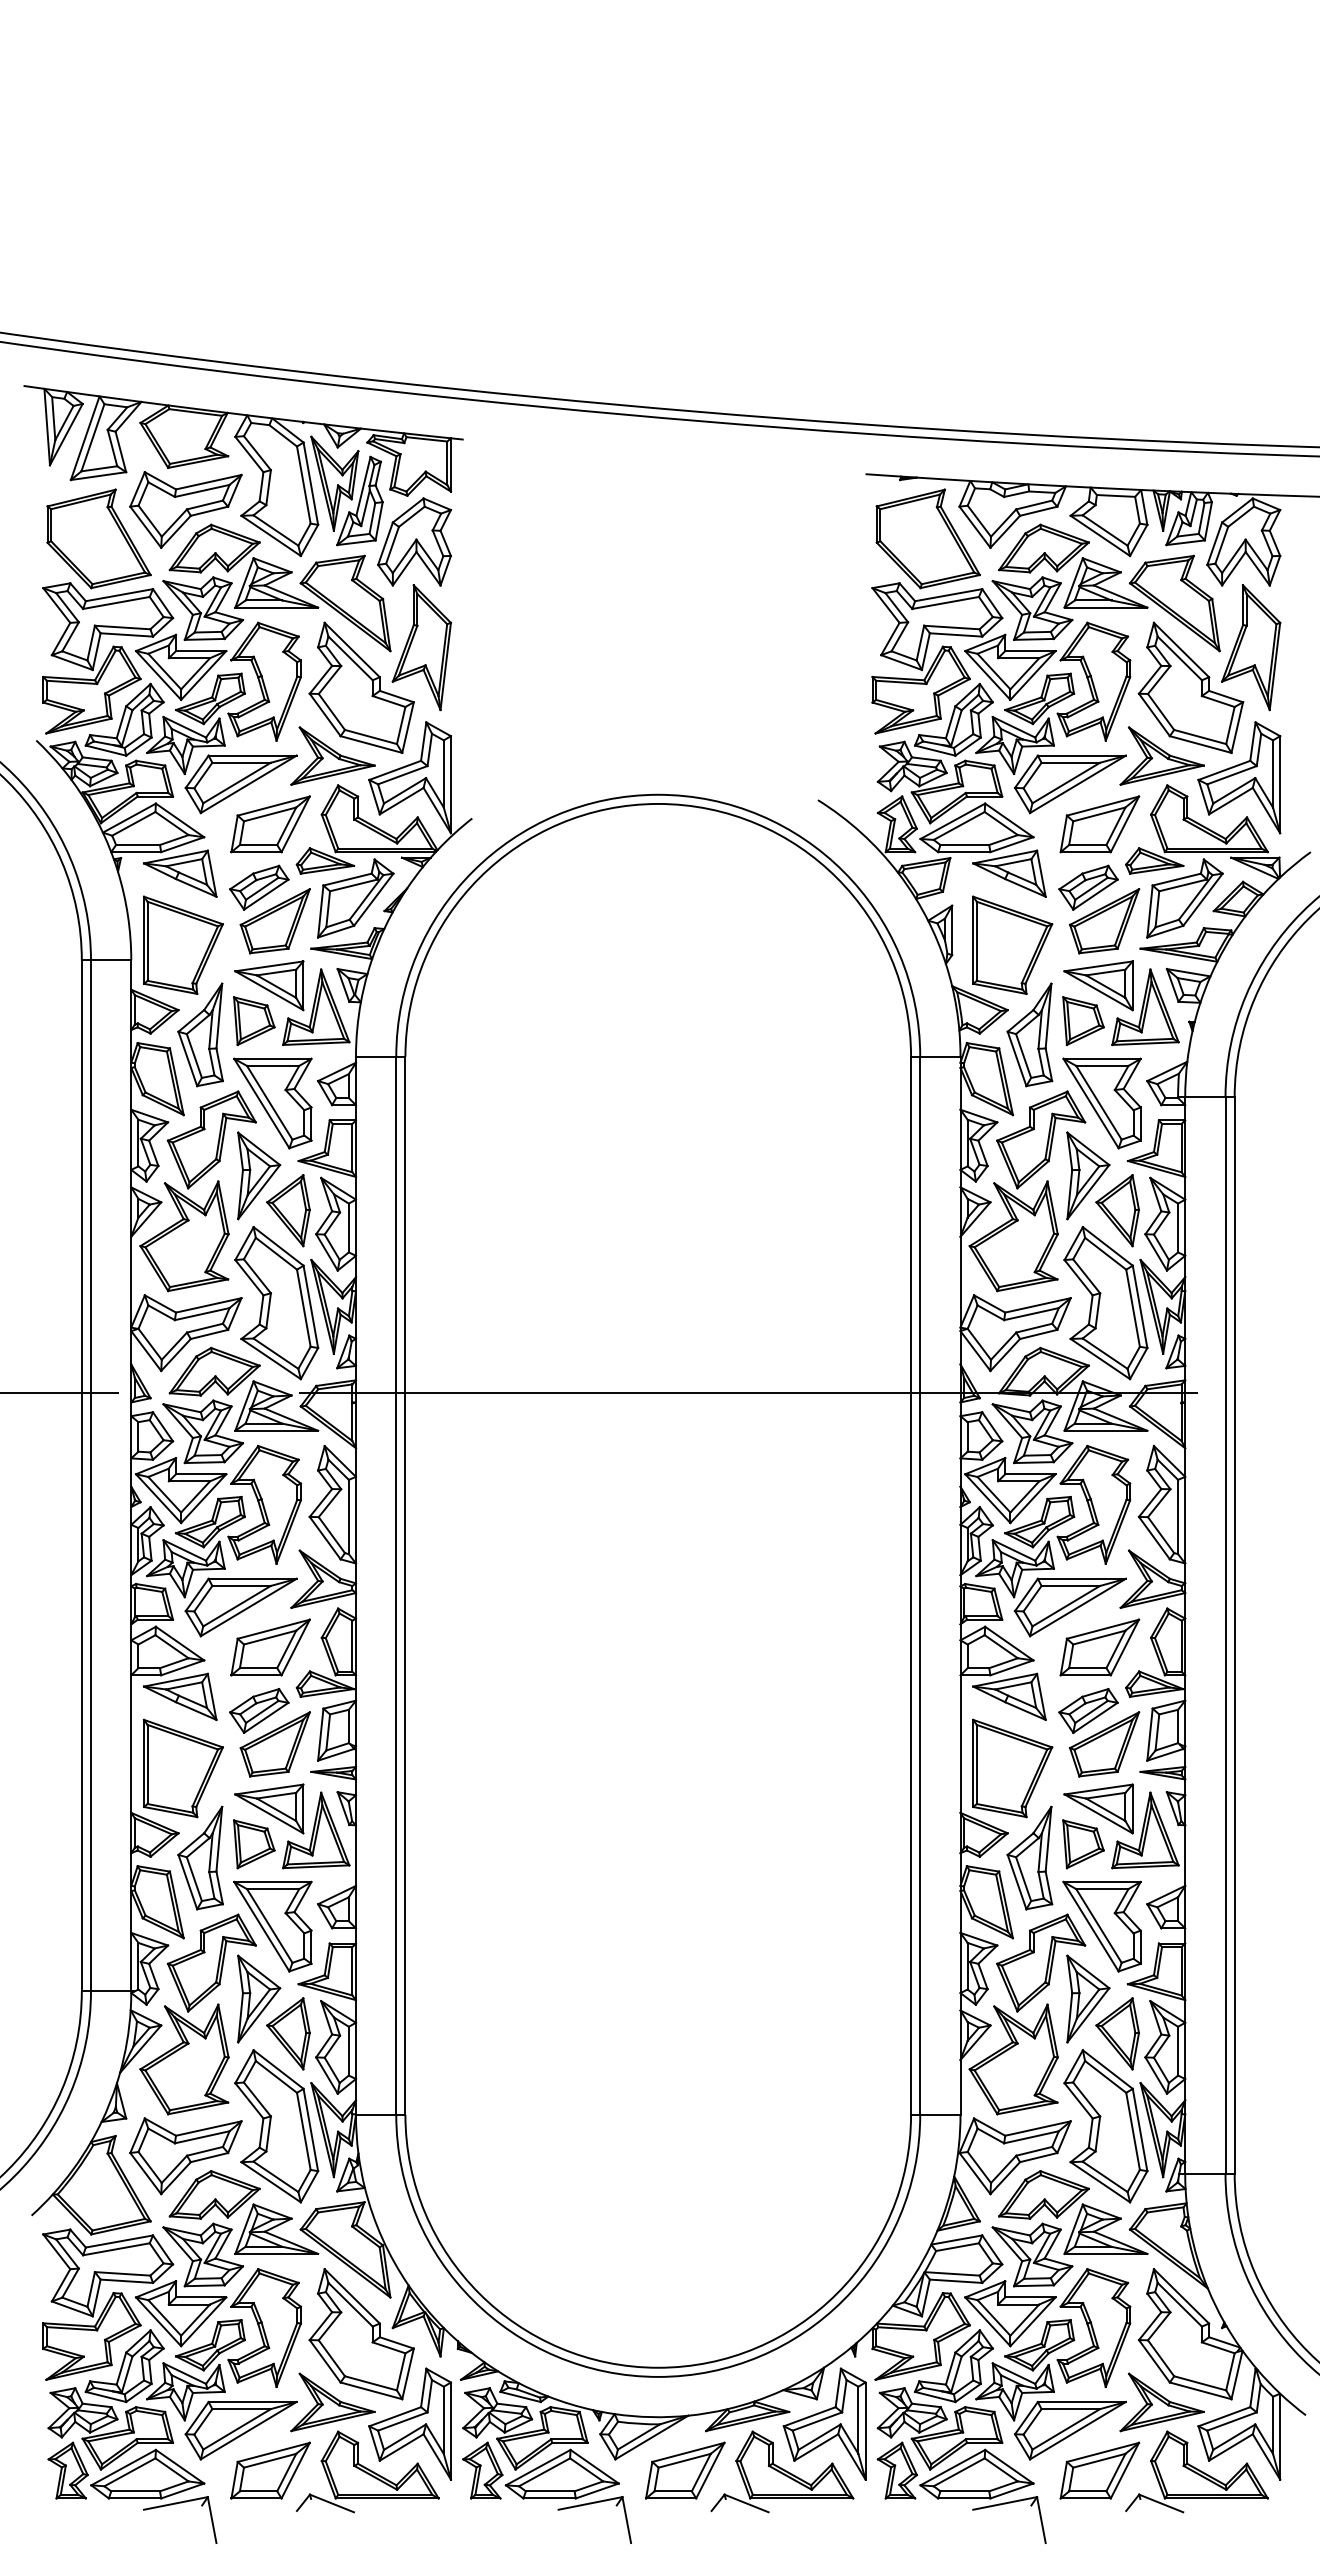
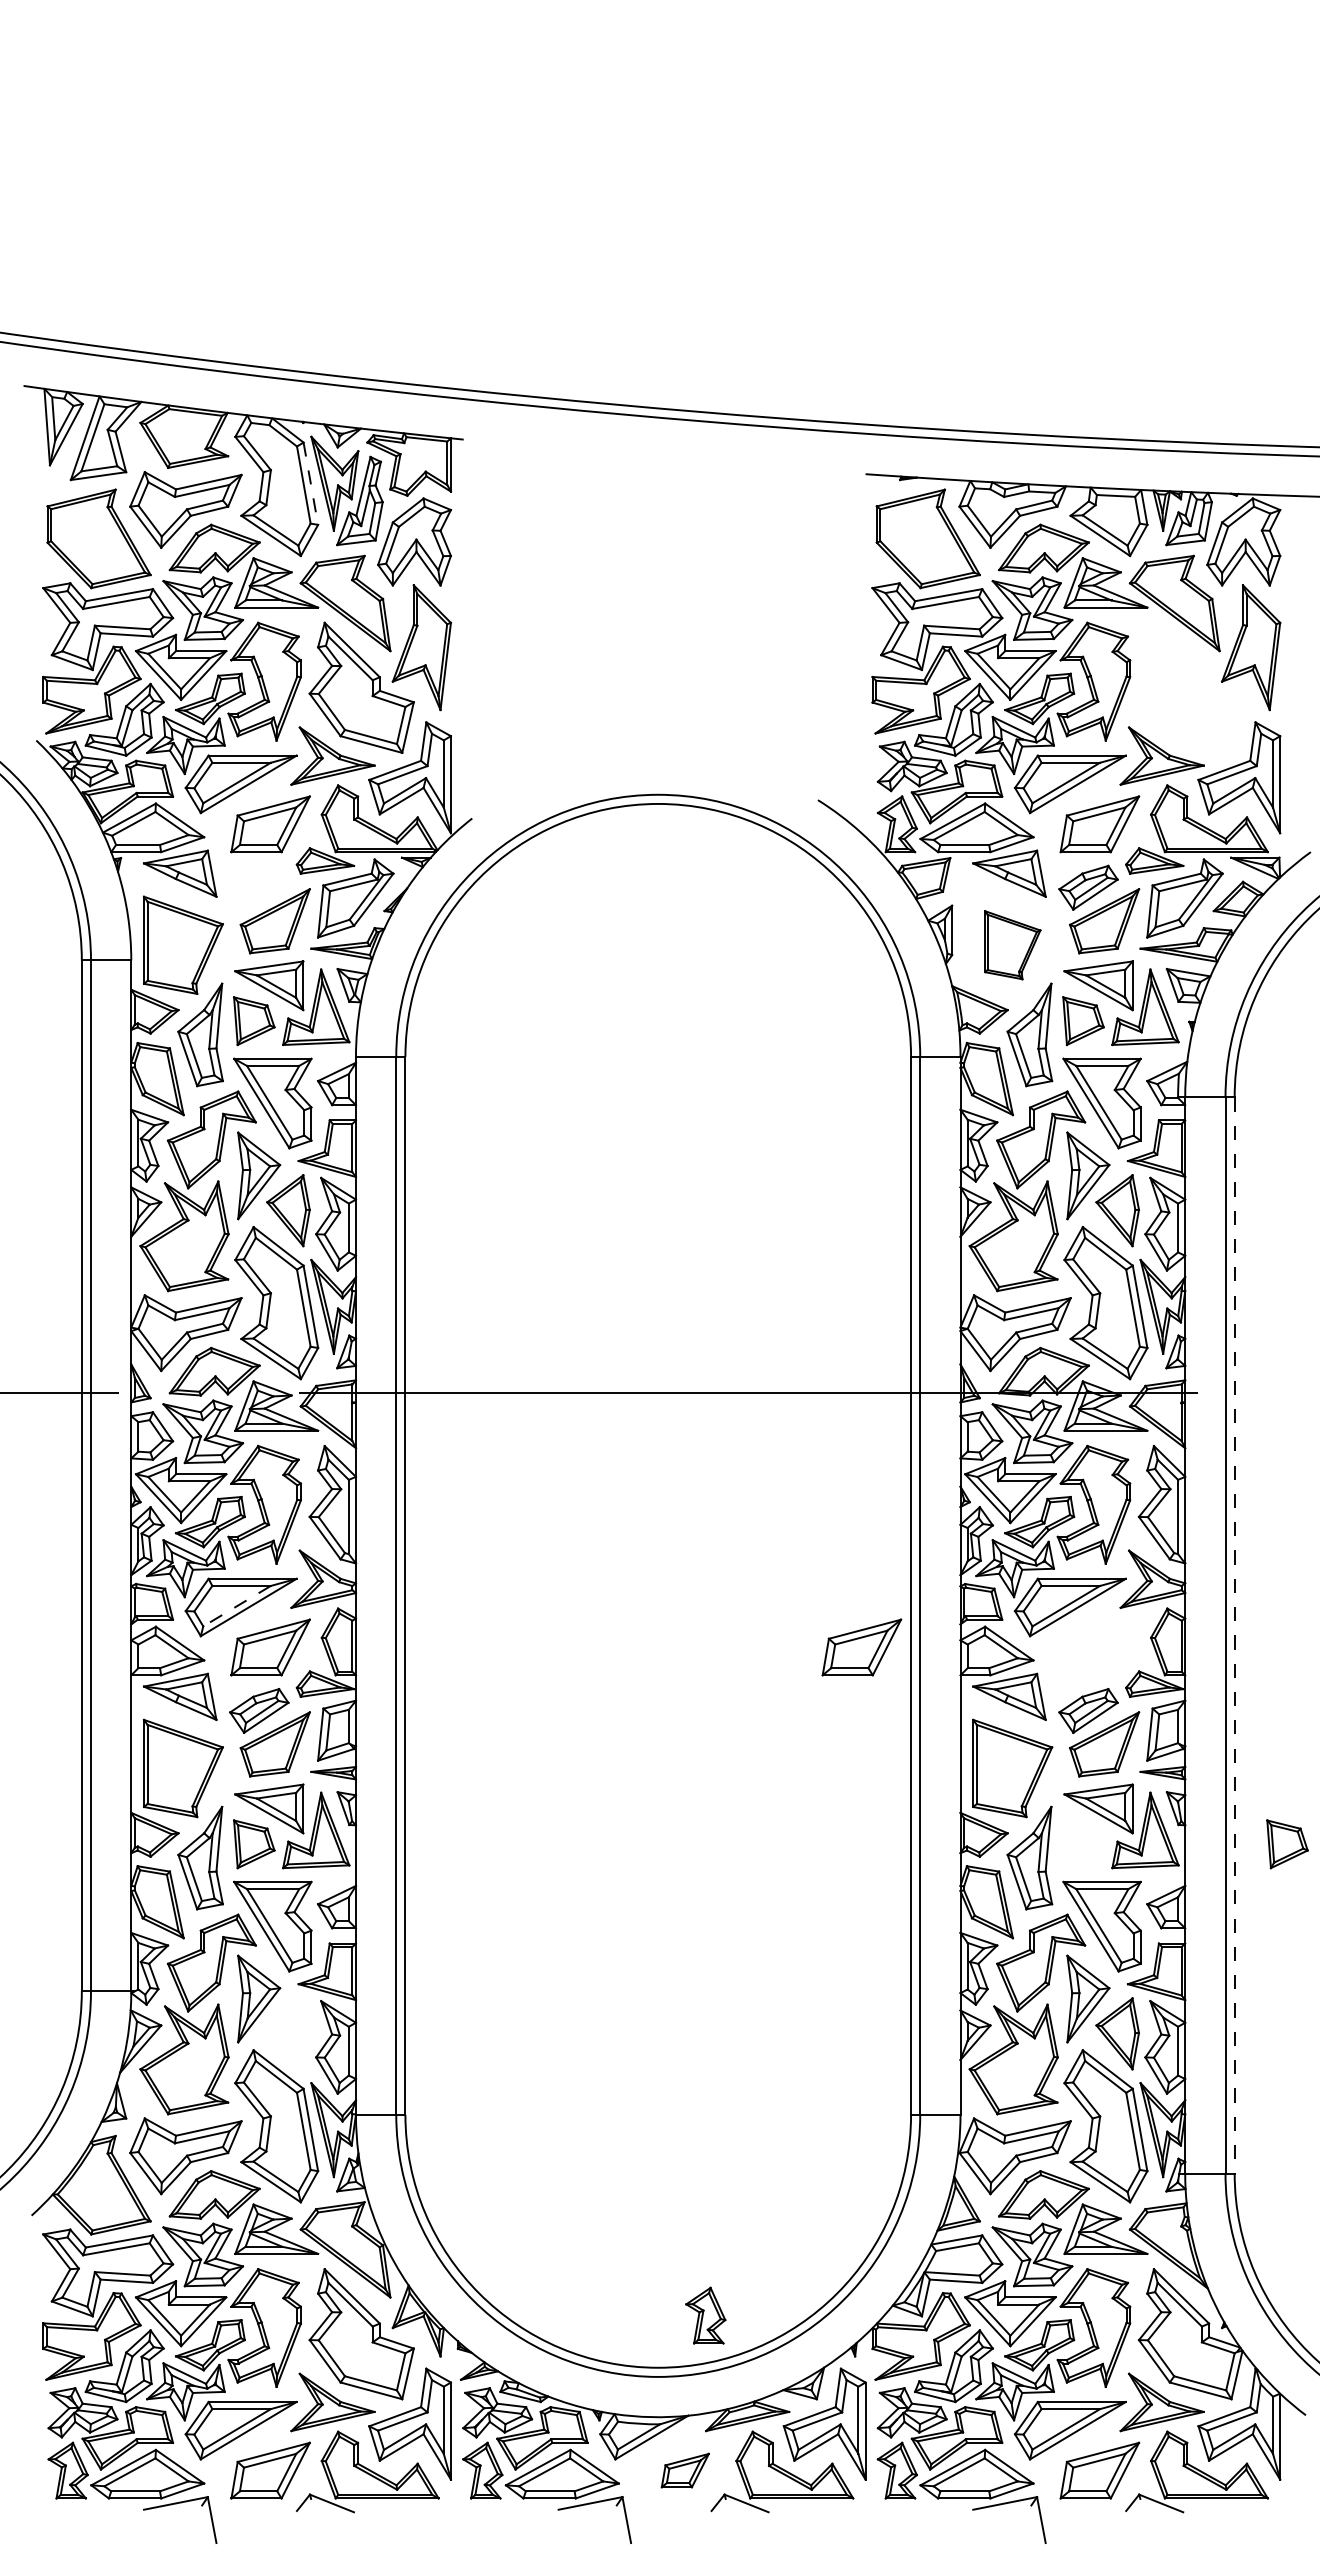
line at (310, 483): solid -> dashed
part at (1190, 687): present -> none
part at (259, 887): present -> none
part at (1012, 944) size: 82x100 px -> 58x71 px
line at (236, 1606): solid -> dashed
line at (1234, 1636): solid -> dashed
part at (1099, 1647) position: (1099, 1647) -> (861, 1647)
part at (1083, 1844) position: (1083, 1844) -> (1287, 1844)
part at (288, 2033): present -> none
part at (705, 2315): none -> present
part at (685, 2470) size: 81x59 px -> 50x37 px
